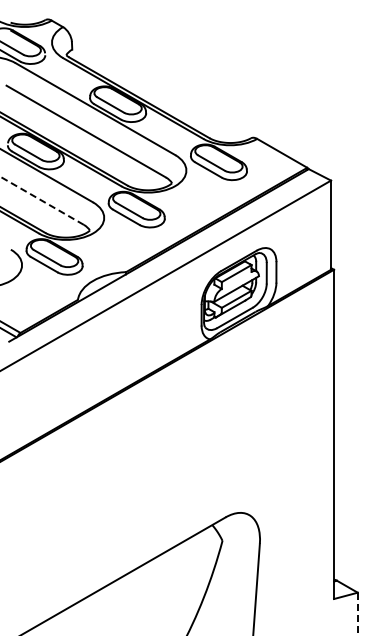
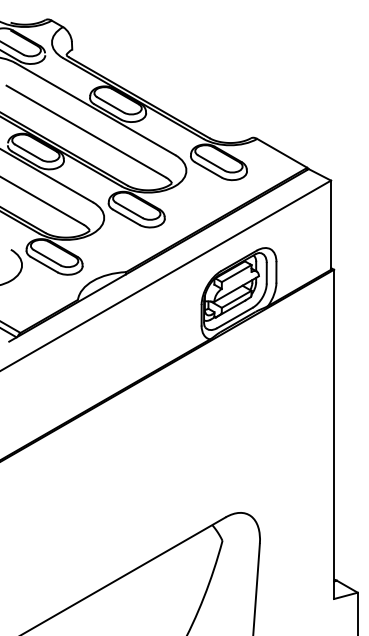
line at (41, 200): dashed -> solid
line at (357, 613): dashed -> solid
